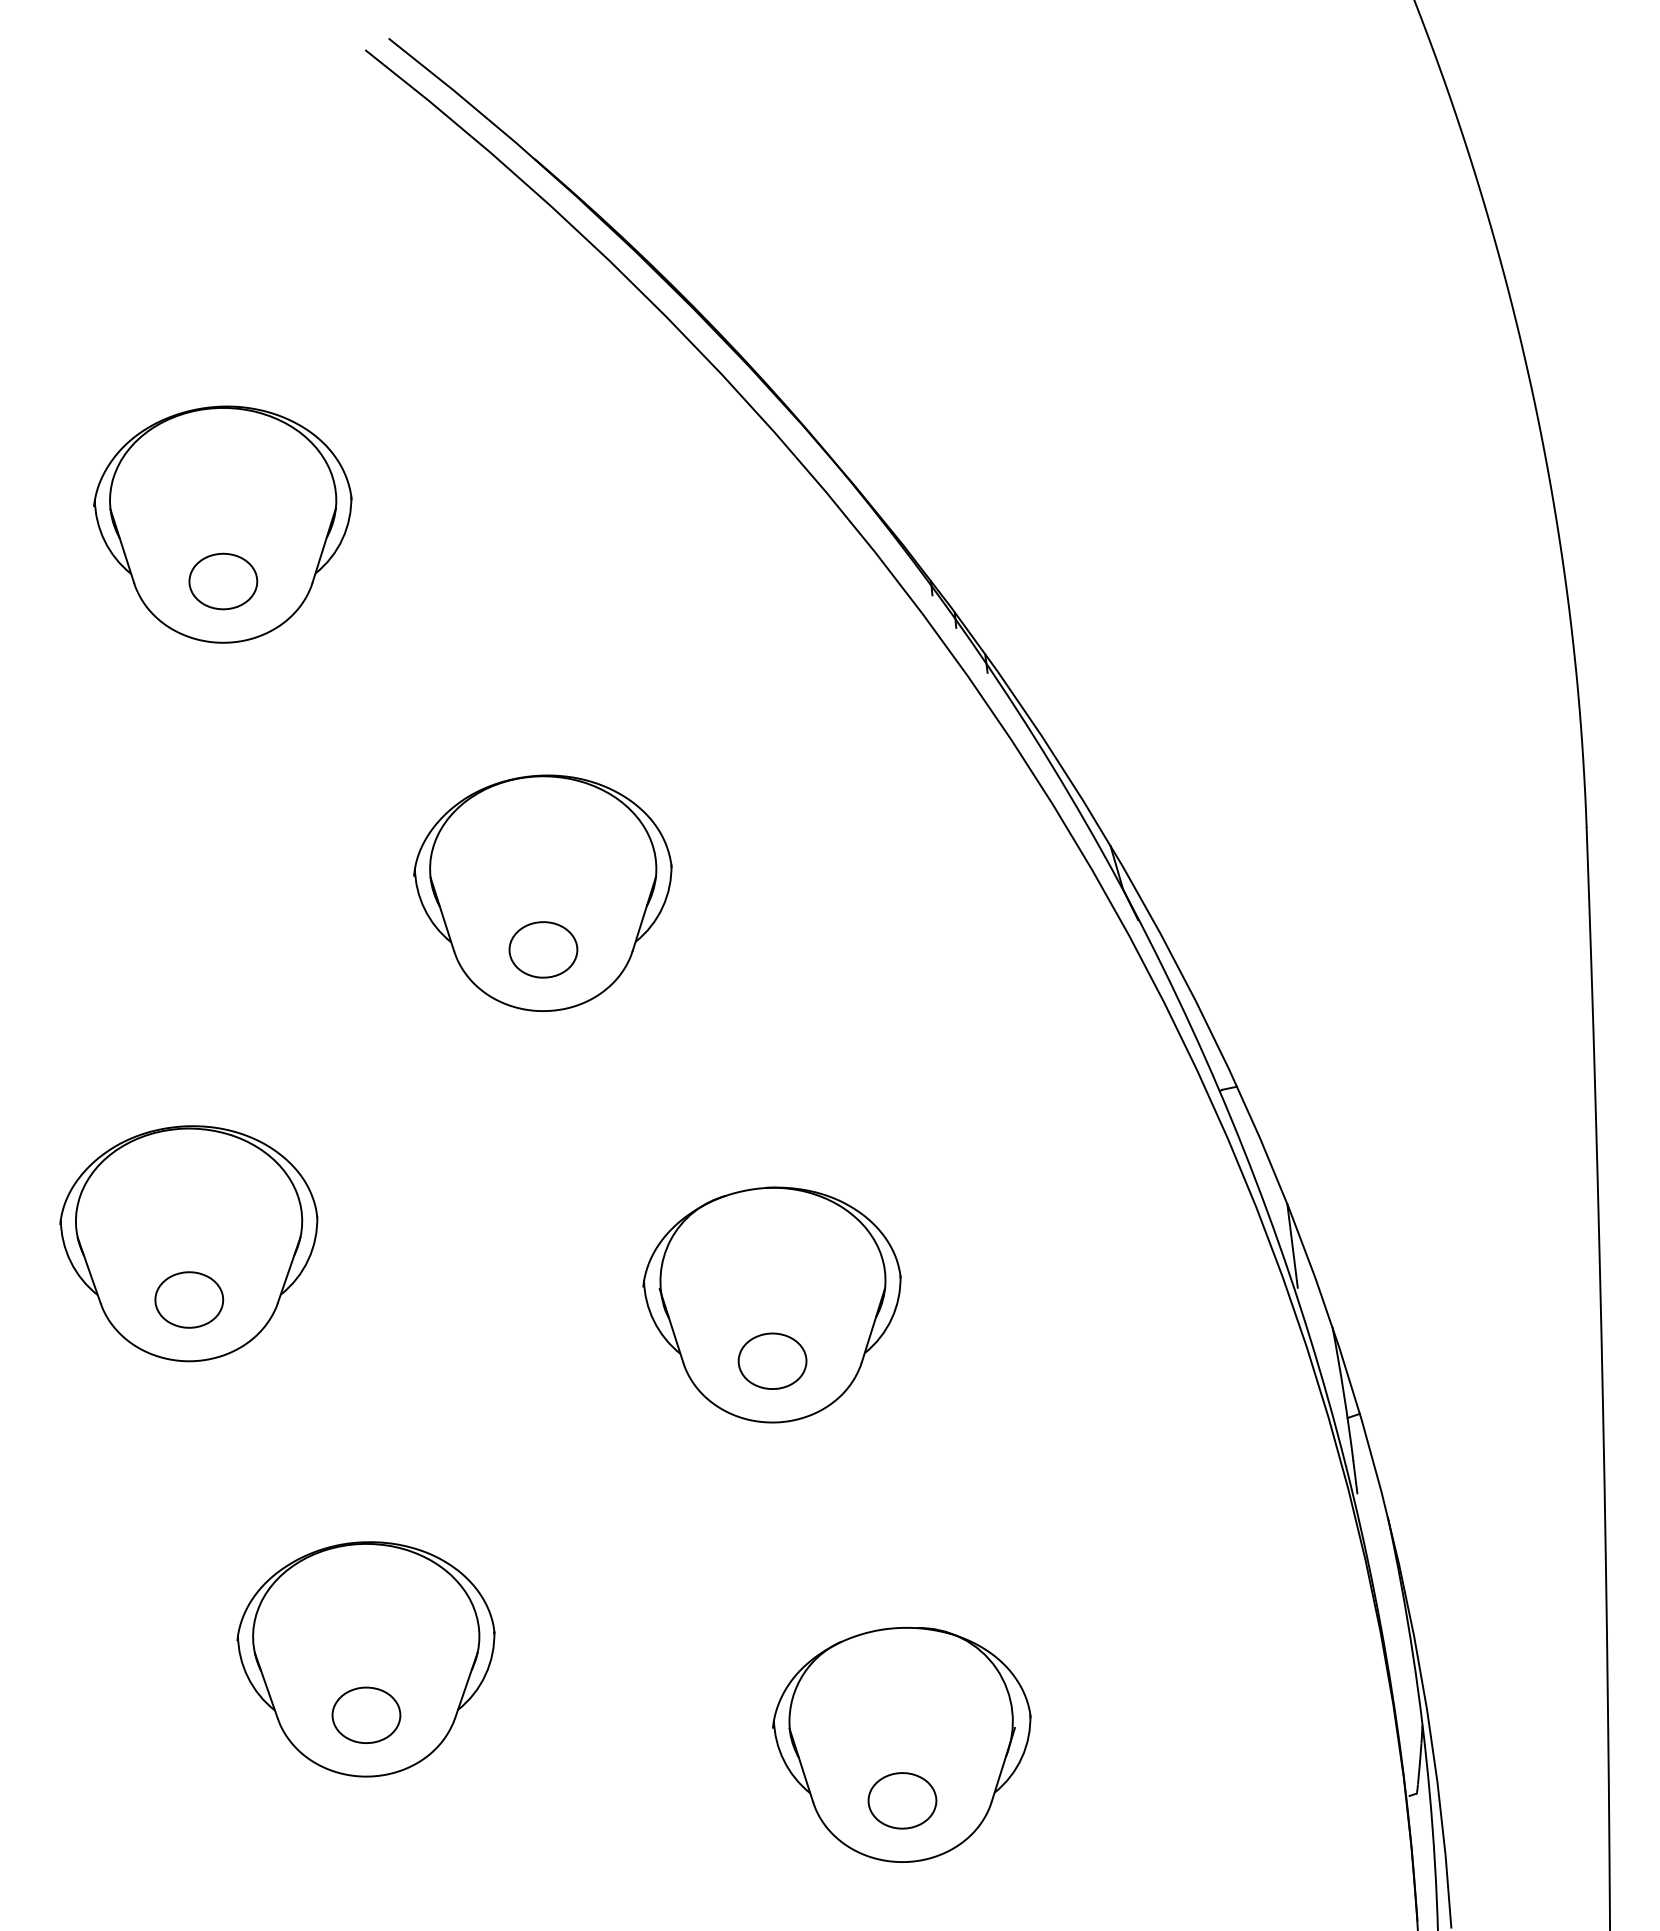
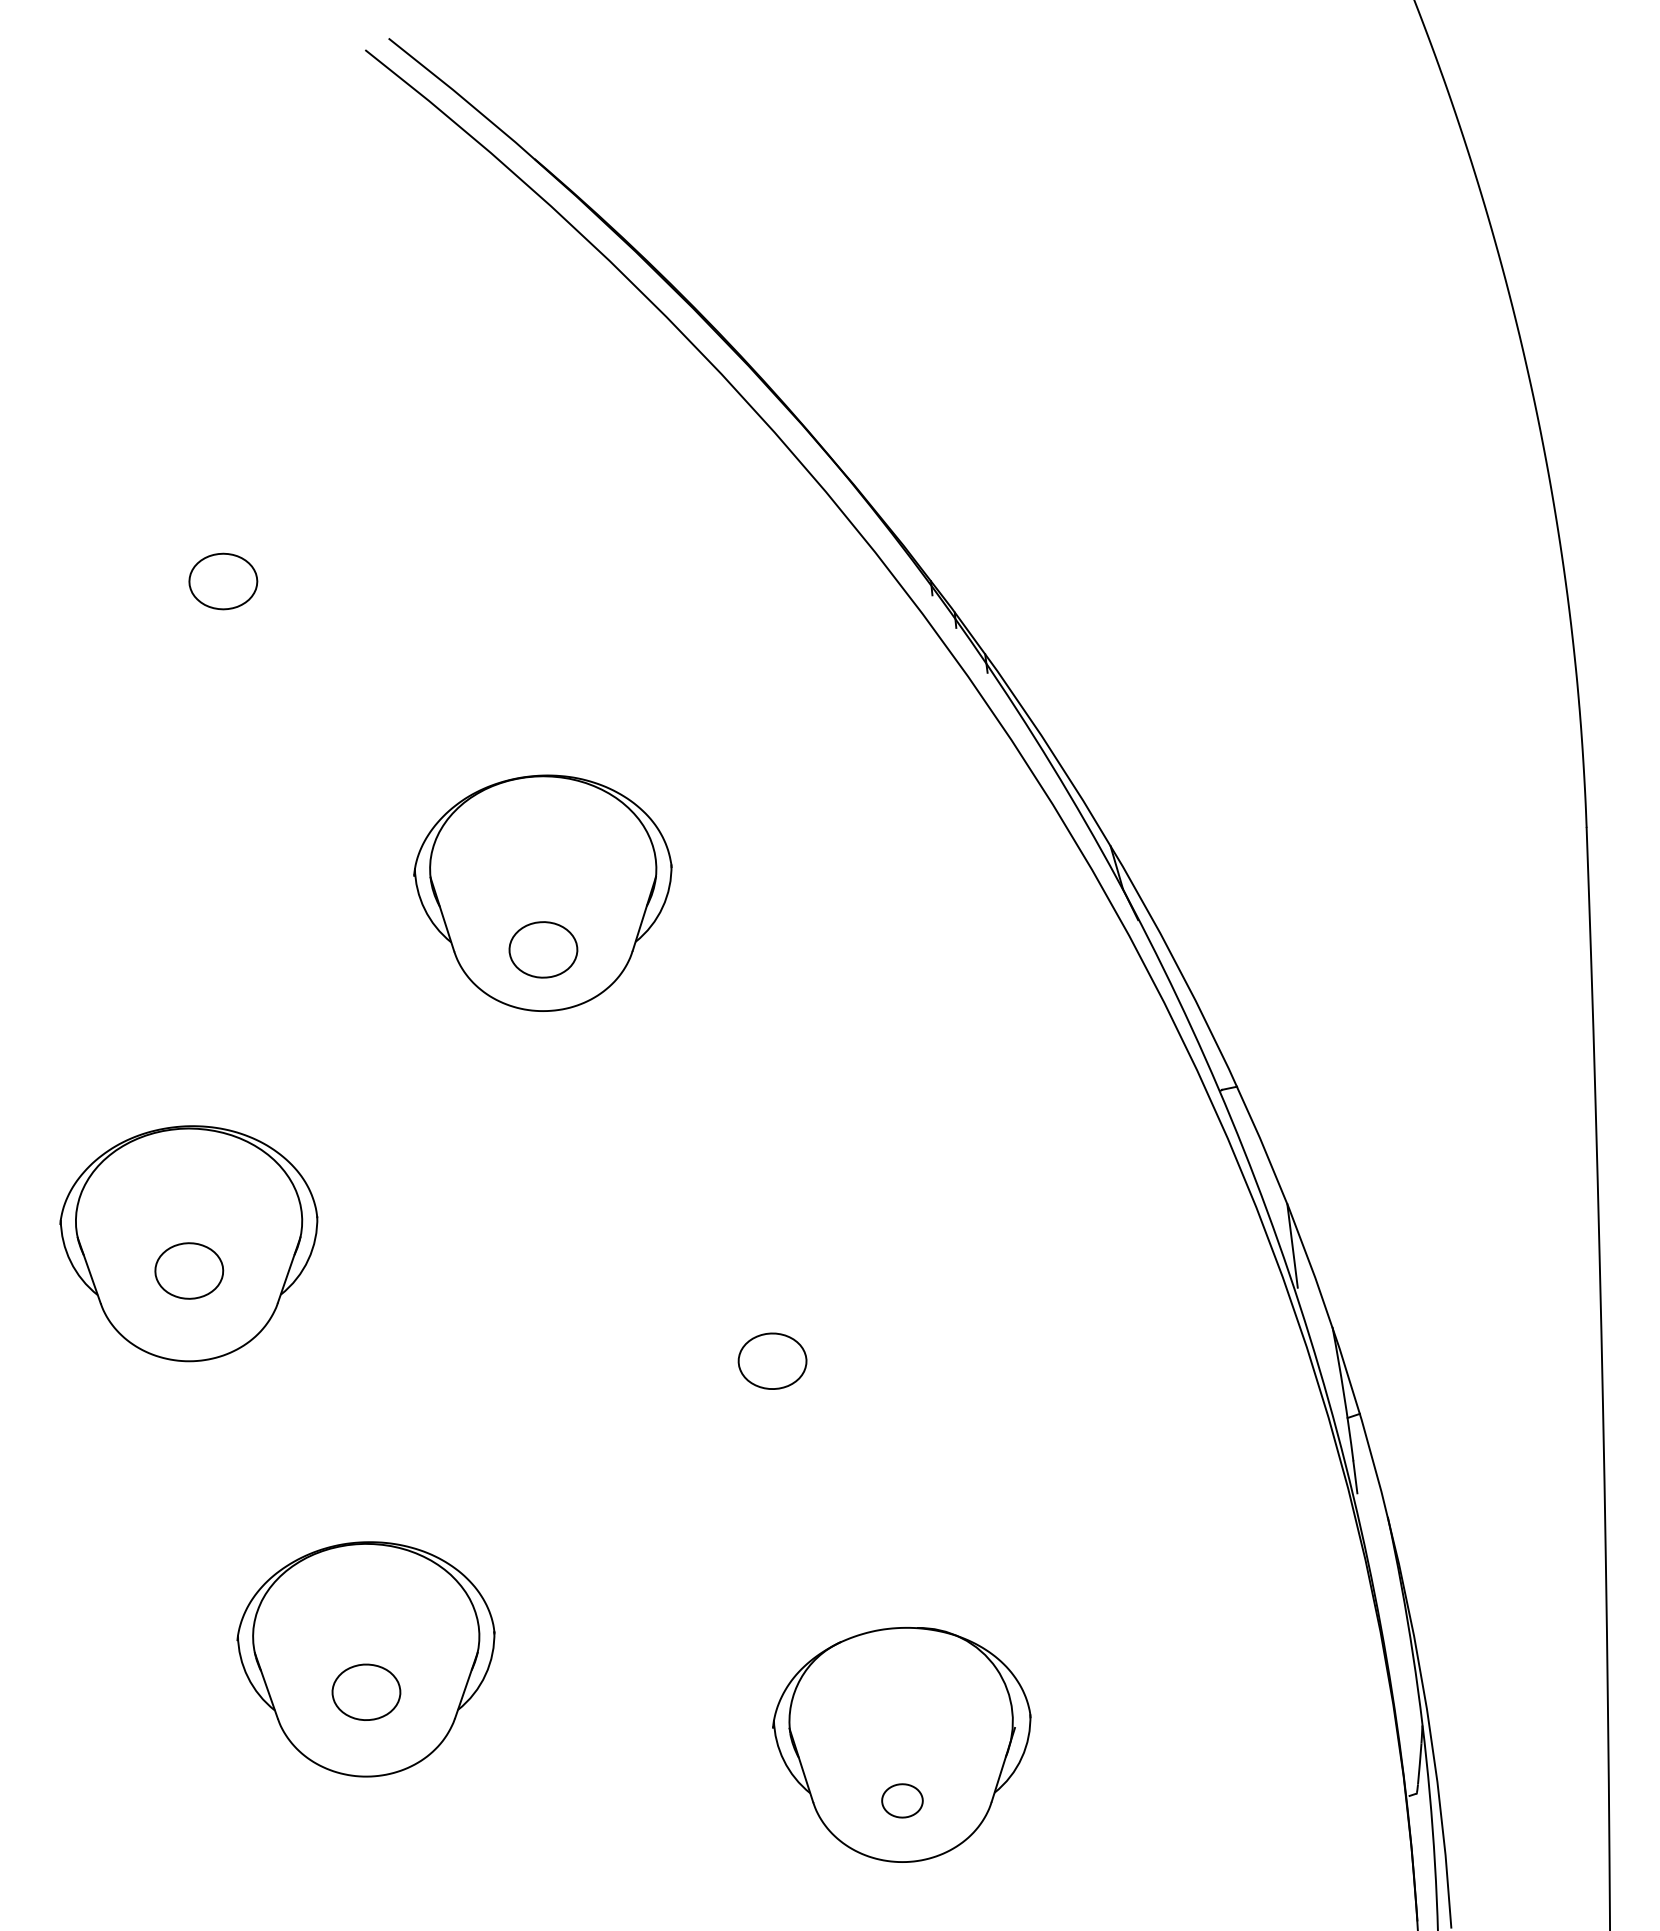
part at (222, 524): present -> none
part at (189, 1299) position: (189, 1299) -> (189, 1270)
part at (771, 1304): present -> none
part at (366, 1714) position: (366, 1714) -> (366, 1691)
part at (902, 1800) size: 71x58 px -> 43x36 px
